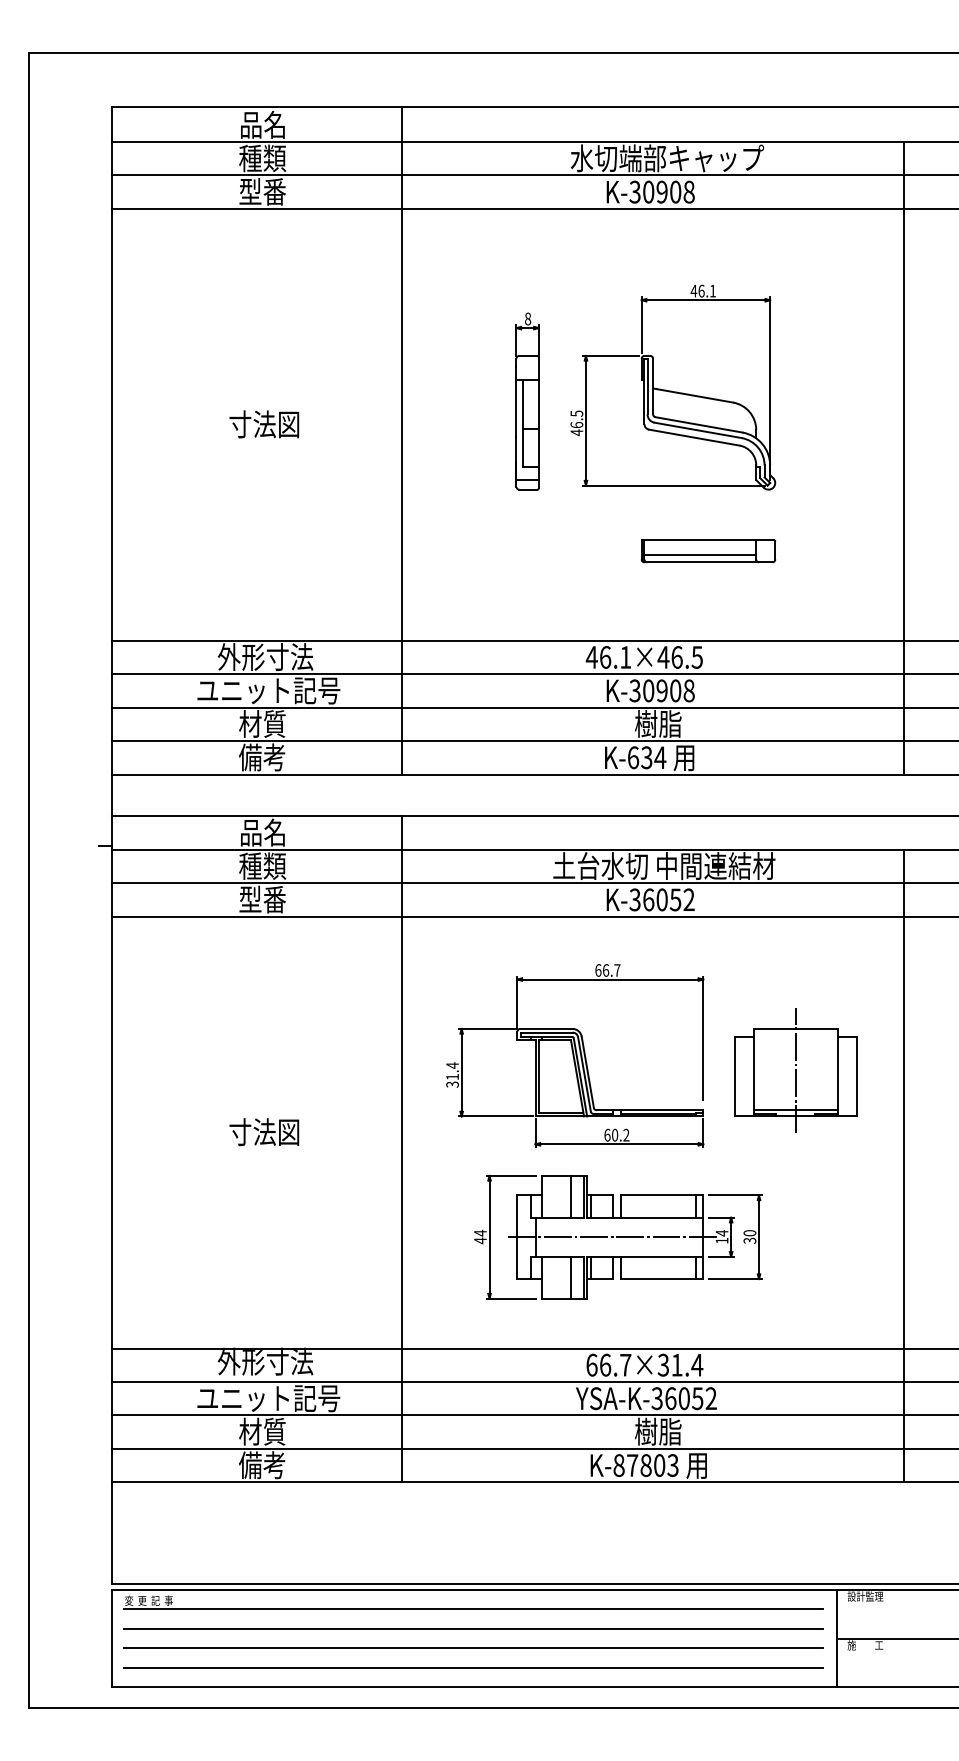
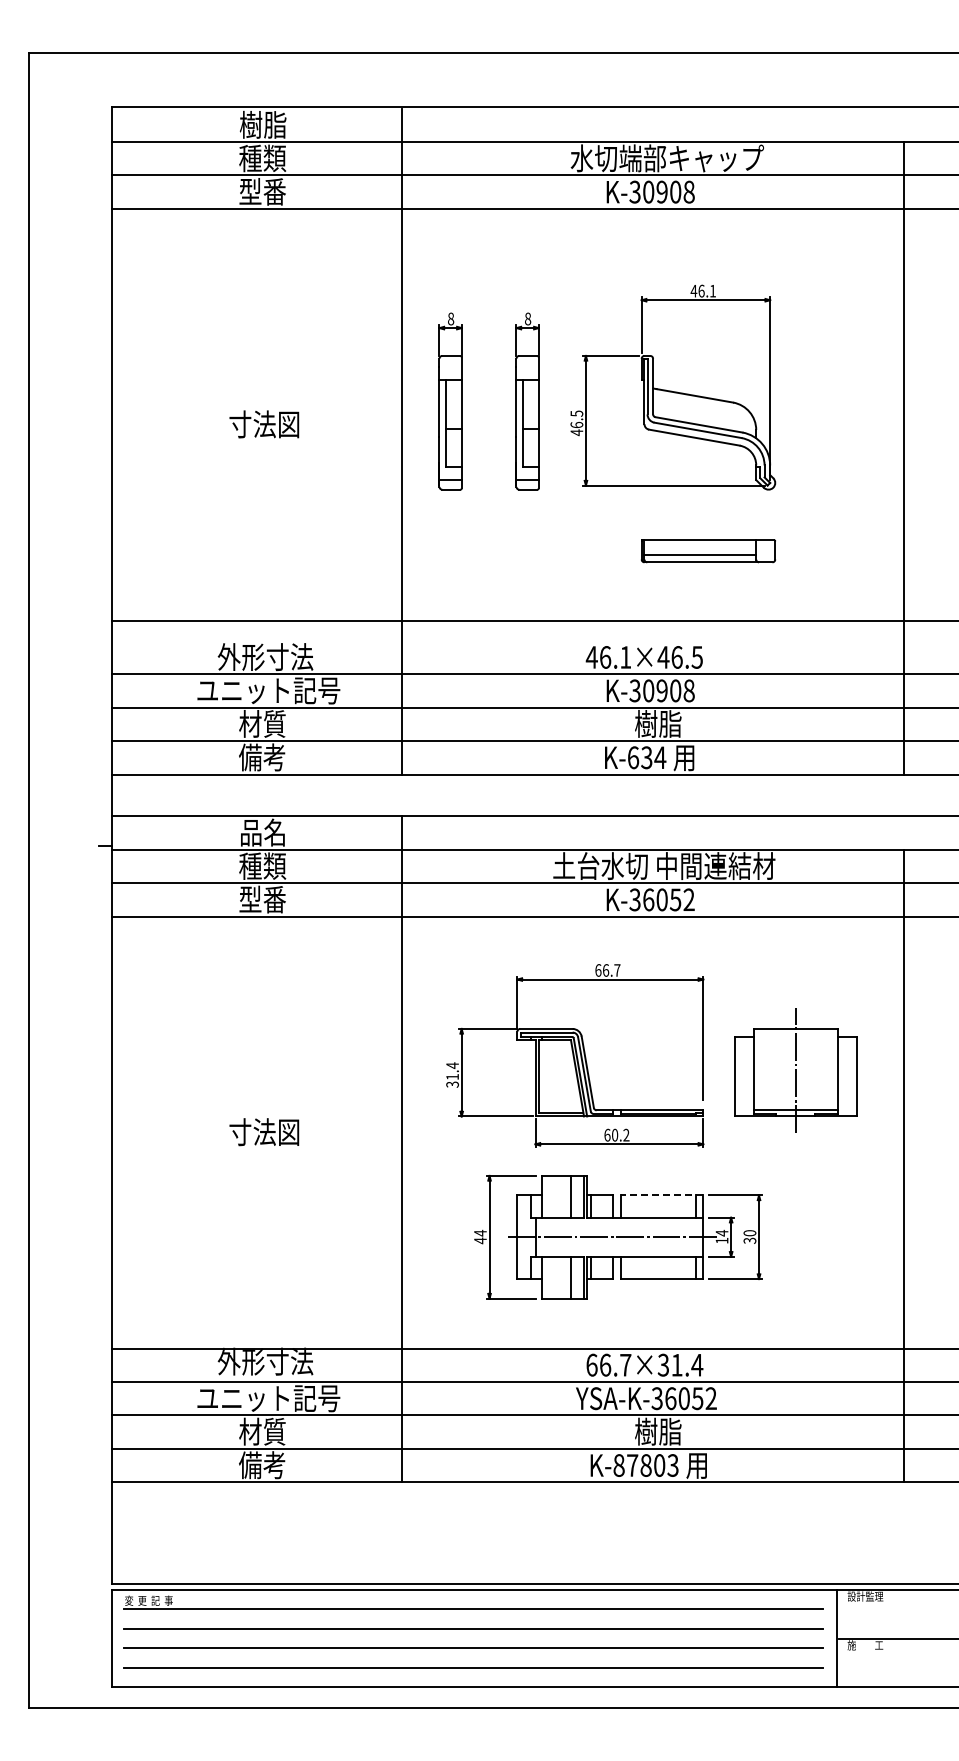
text at (262, 124): 品名 -> 樹脂
part at (450, 401): none -> present
line at (533, 640) position: (533, 640) -> (533, 620)
line at (661, 1195): solid -> dashed
